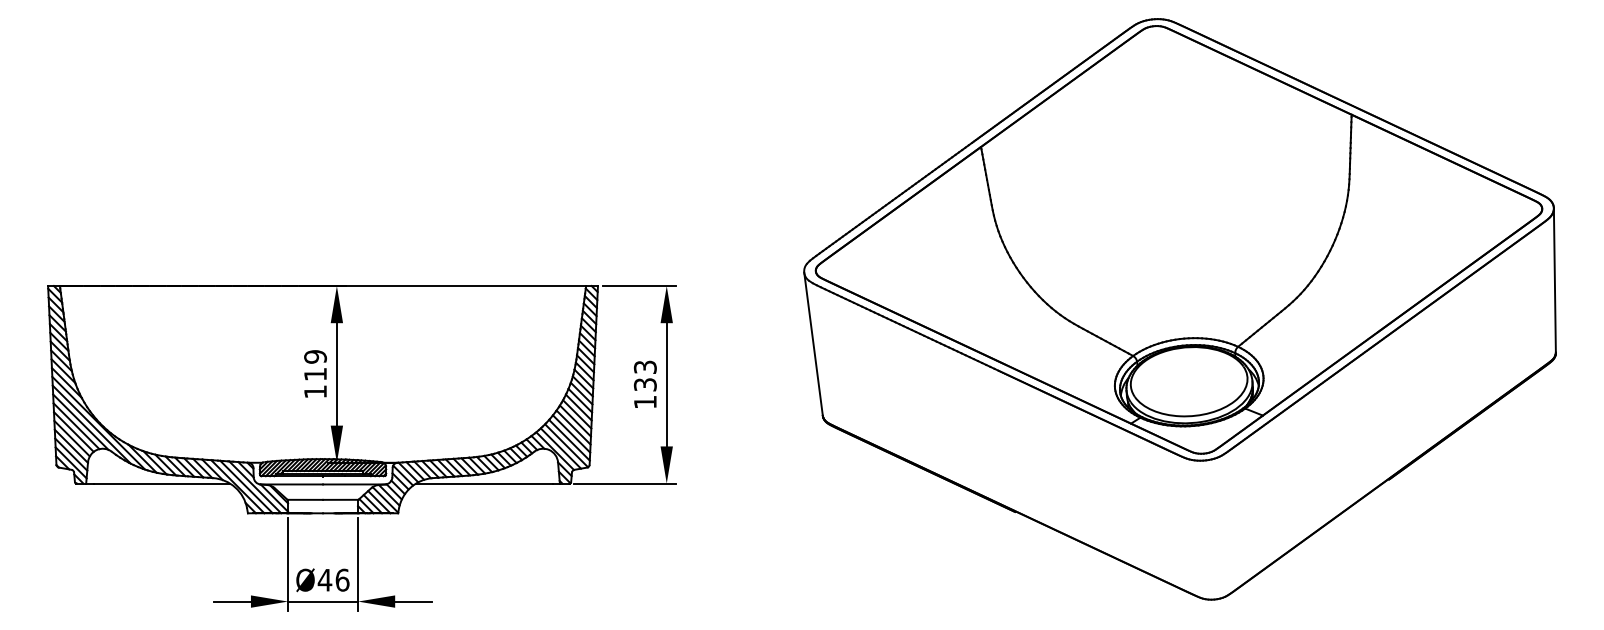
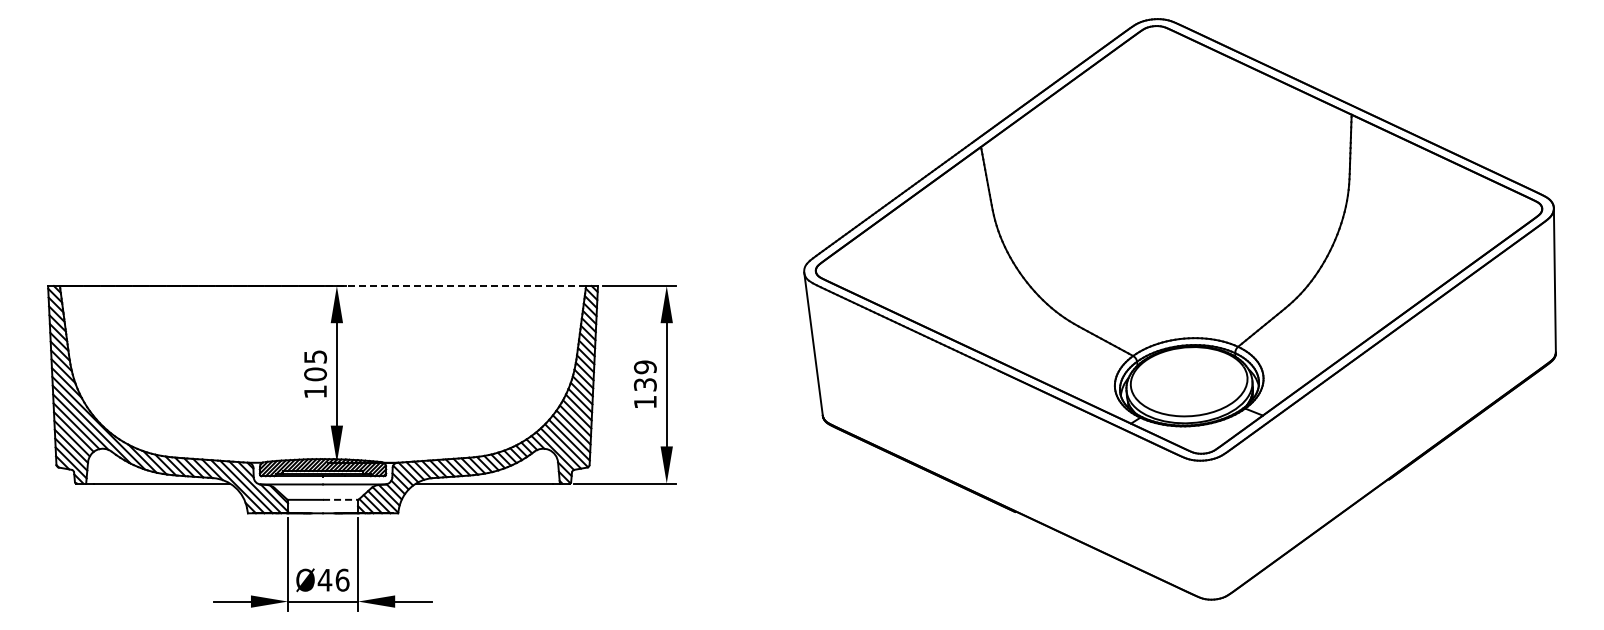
line at (454, 286): solid -> dashed
text at (315, 365): 119 -> 105
text at (645, 367): 133 -> 139
line at (340, 499): solid -> dashed
